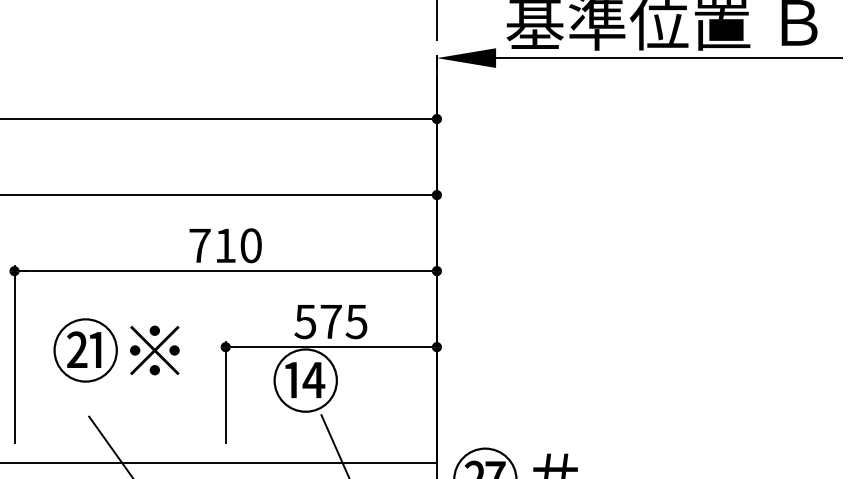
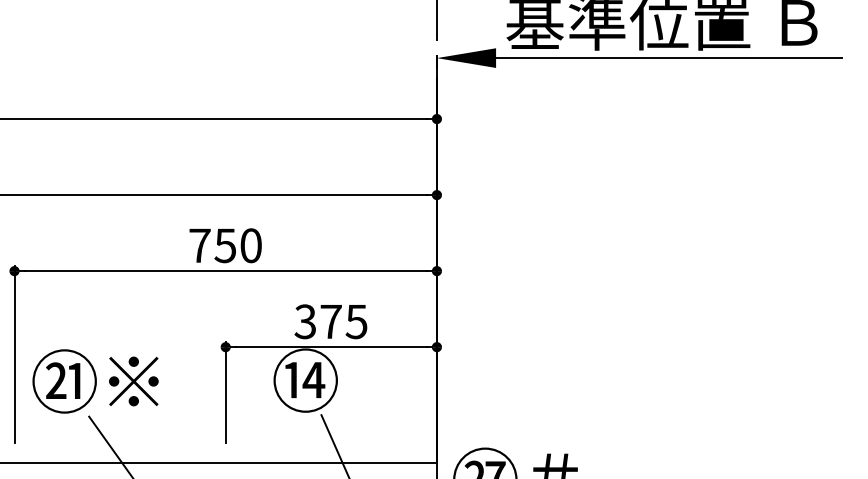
text at (224, 245): 710 -> 750
text at (304, 321): 575 -> 375
text at (116, 350) position: (116, 350) -> (95, 381)
